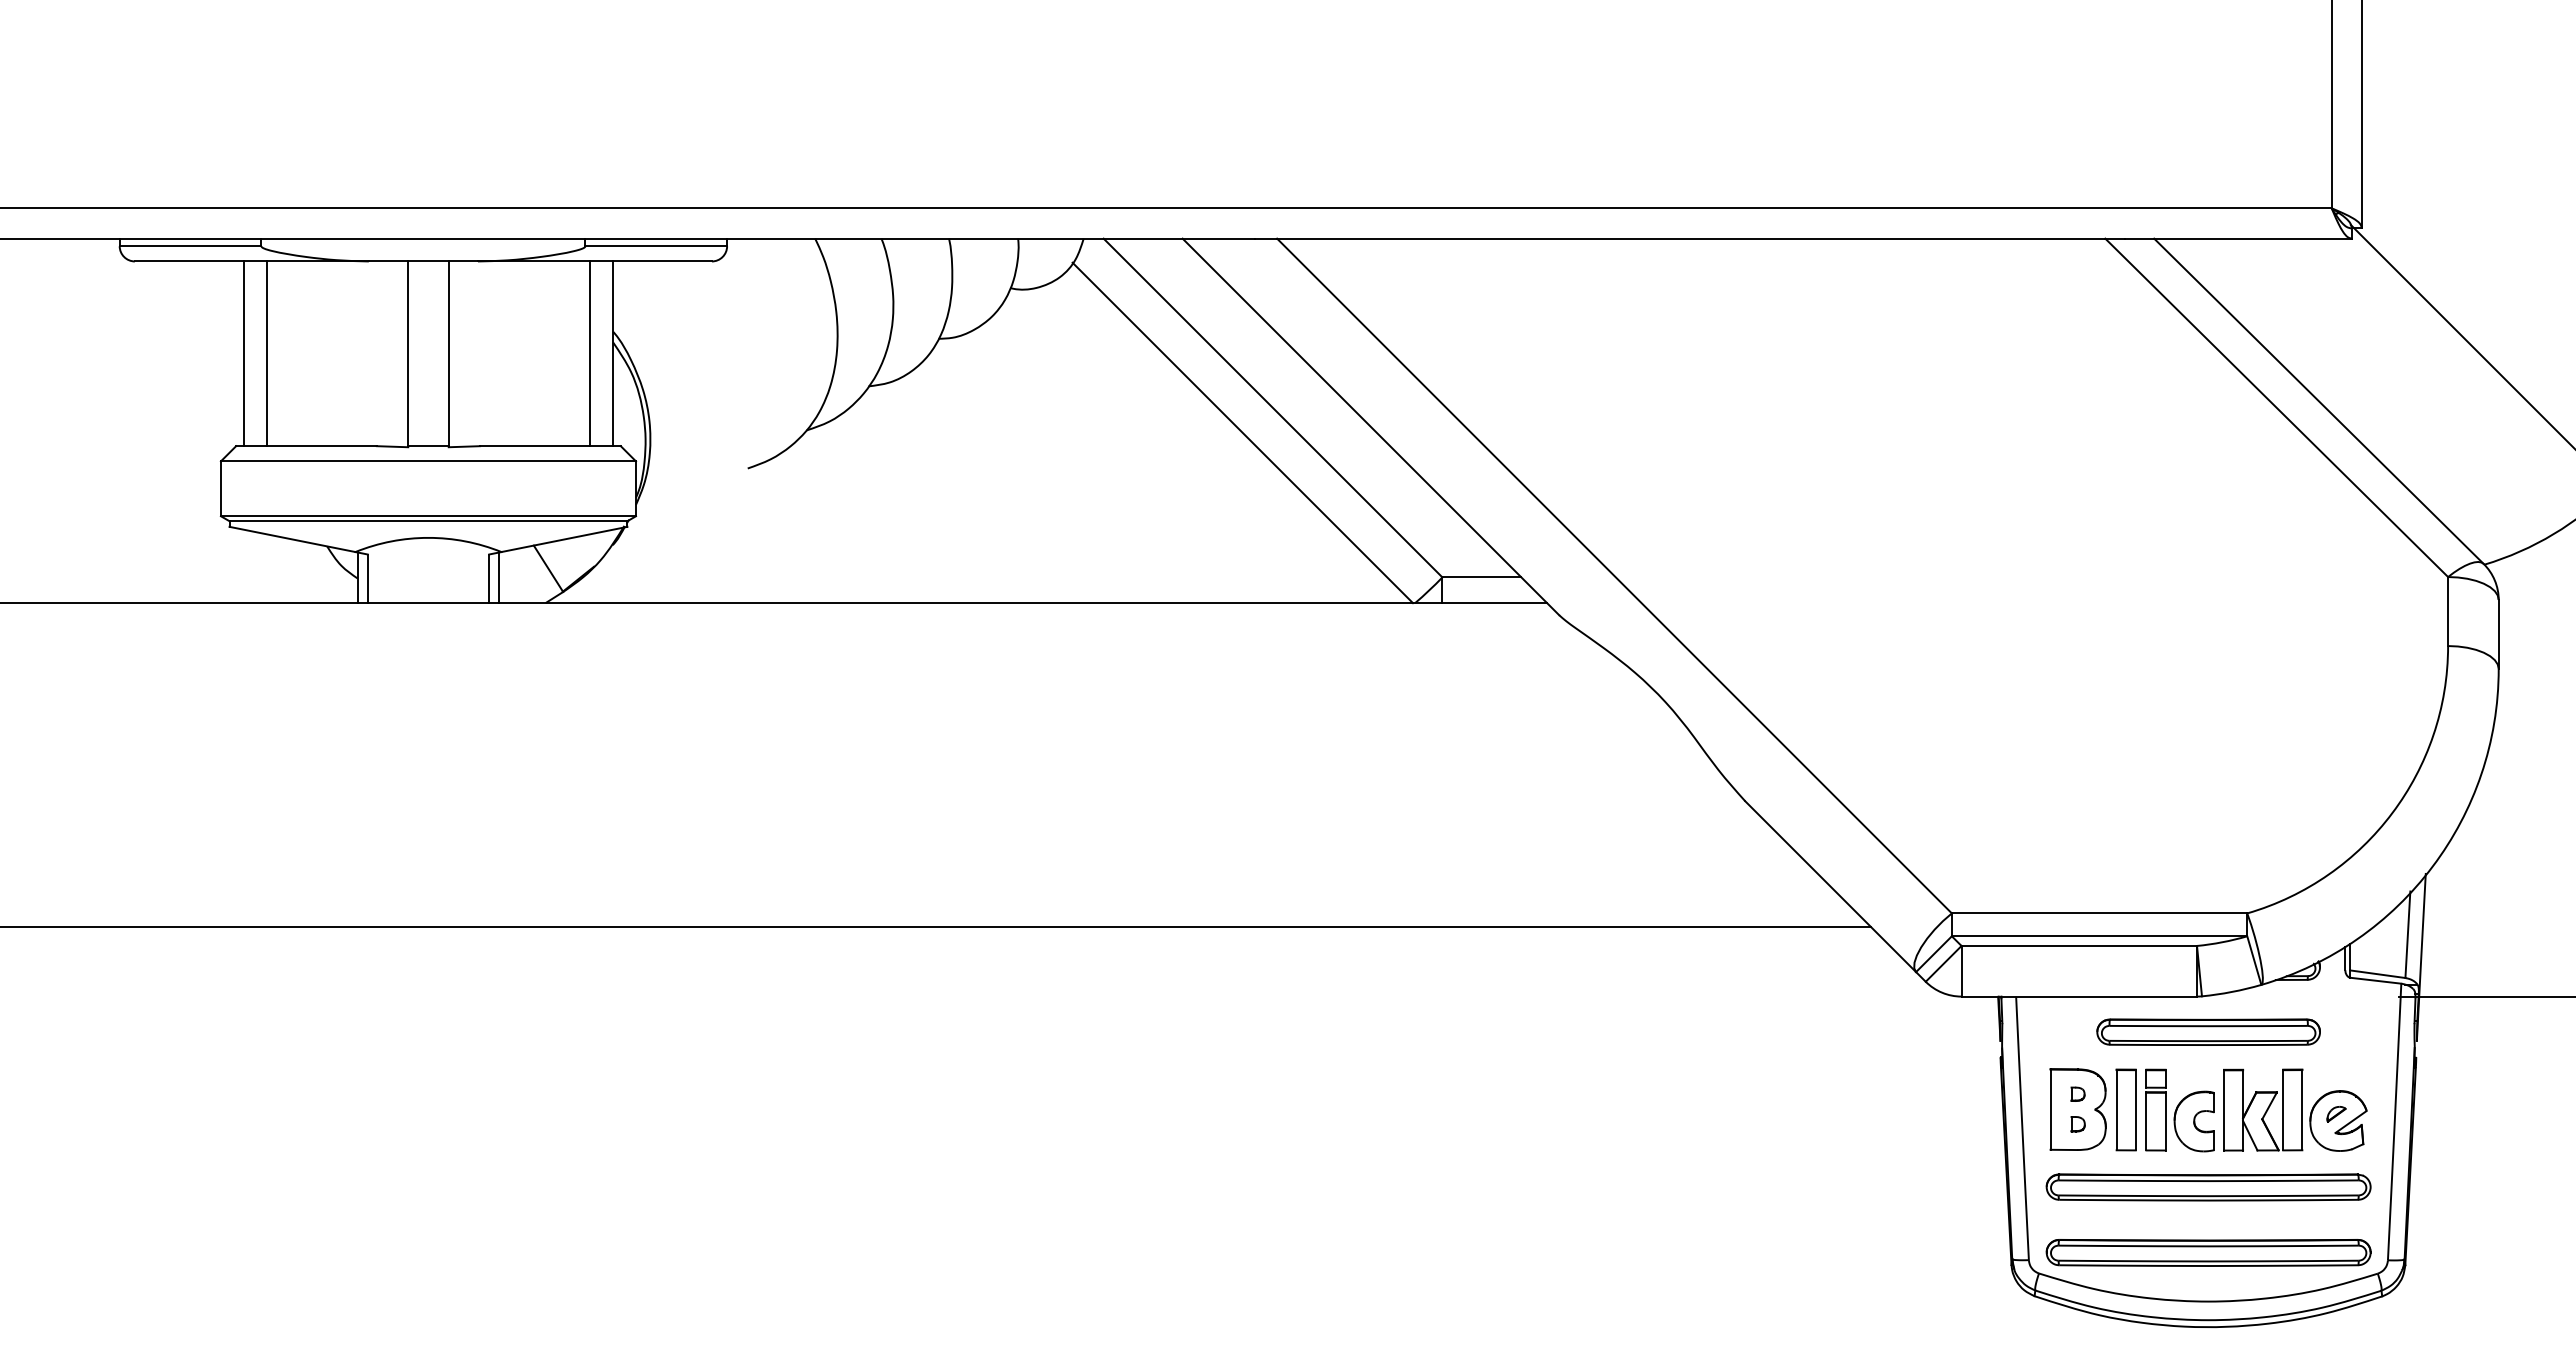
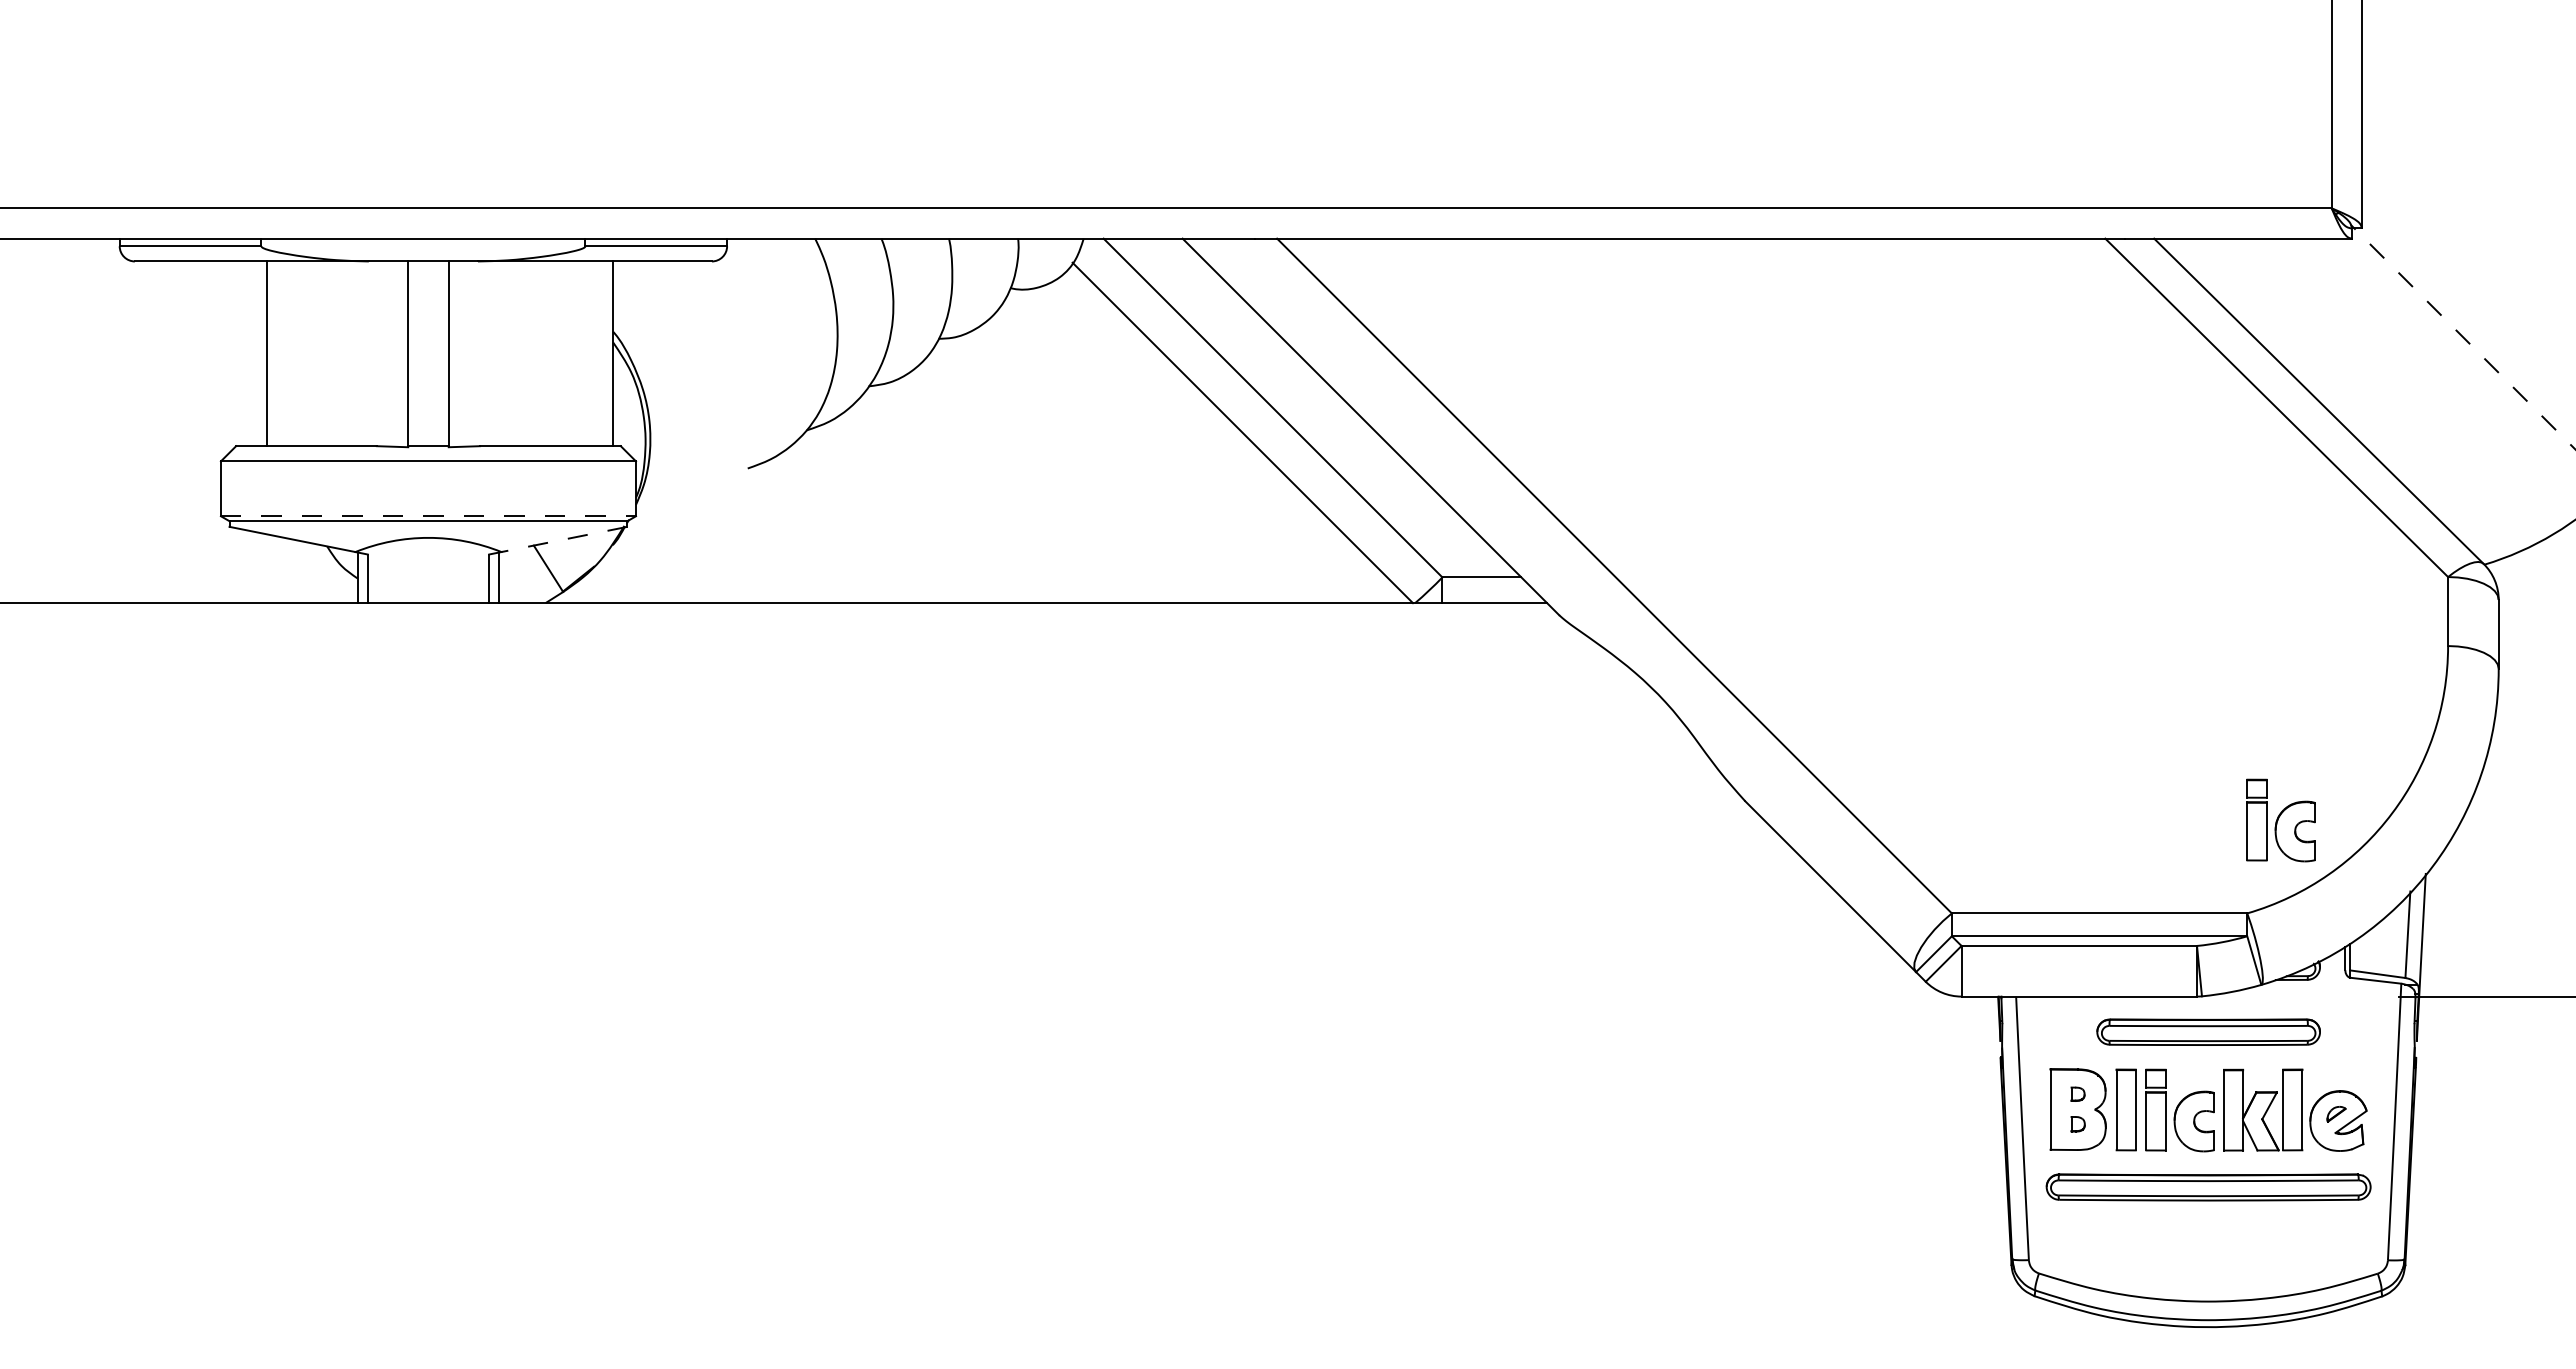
line at (2463, 337): solid -> dashed
line at (243, 353): present -> none
line at (590, 353): present -> none
line at (428, 516): solid -> dashed
line at (563, 539): solid -> dashed
part at (2280, 820): none -> present
line at (936, 927): present -> none
part at (2208, 1252): present -> none
